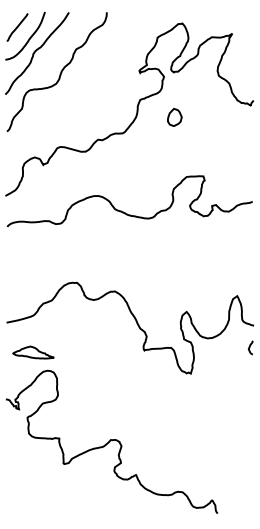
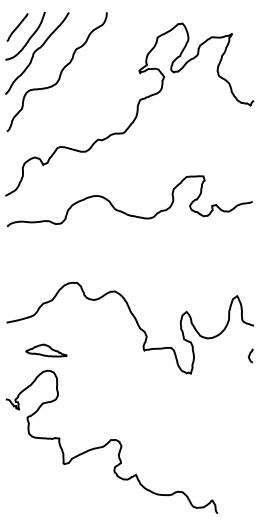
part at (174, 117): present -> none
curve at (250, 347) position: (250, 347) -> (250, 355)
part at (33, 352) position: (33, 352) -> (46, 350)
